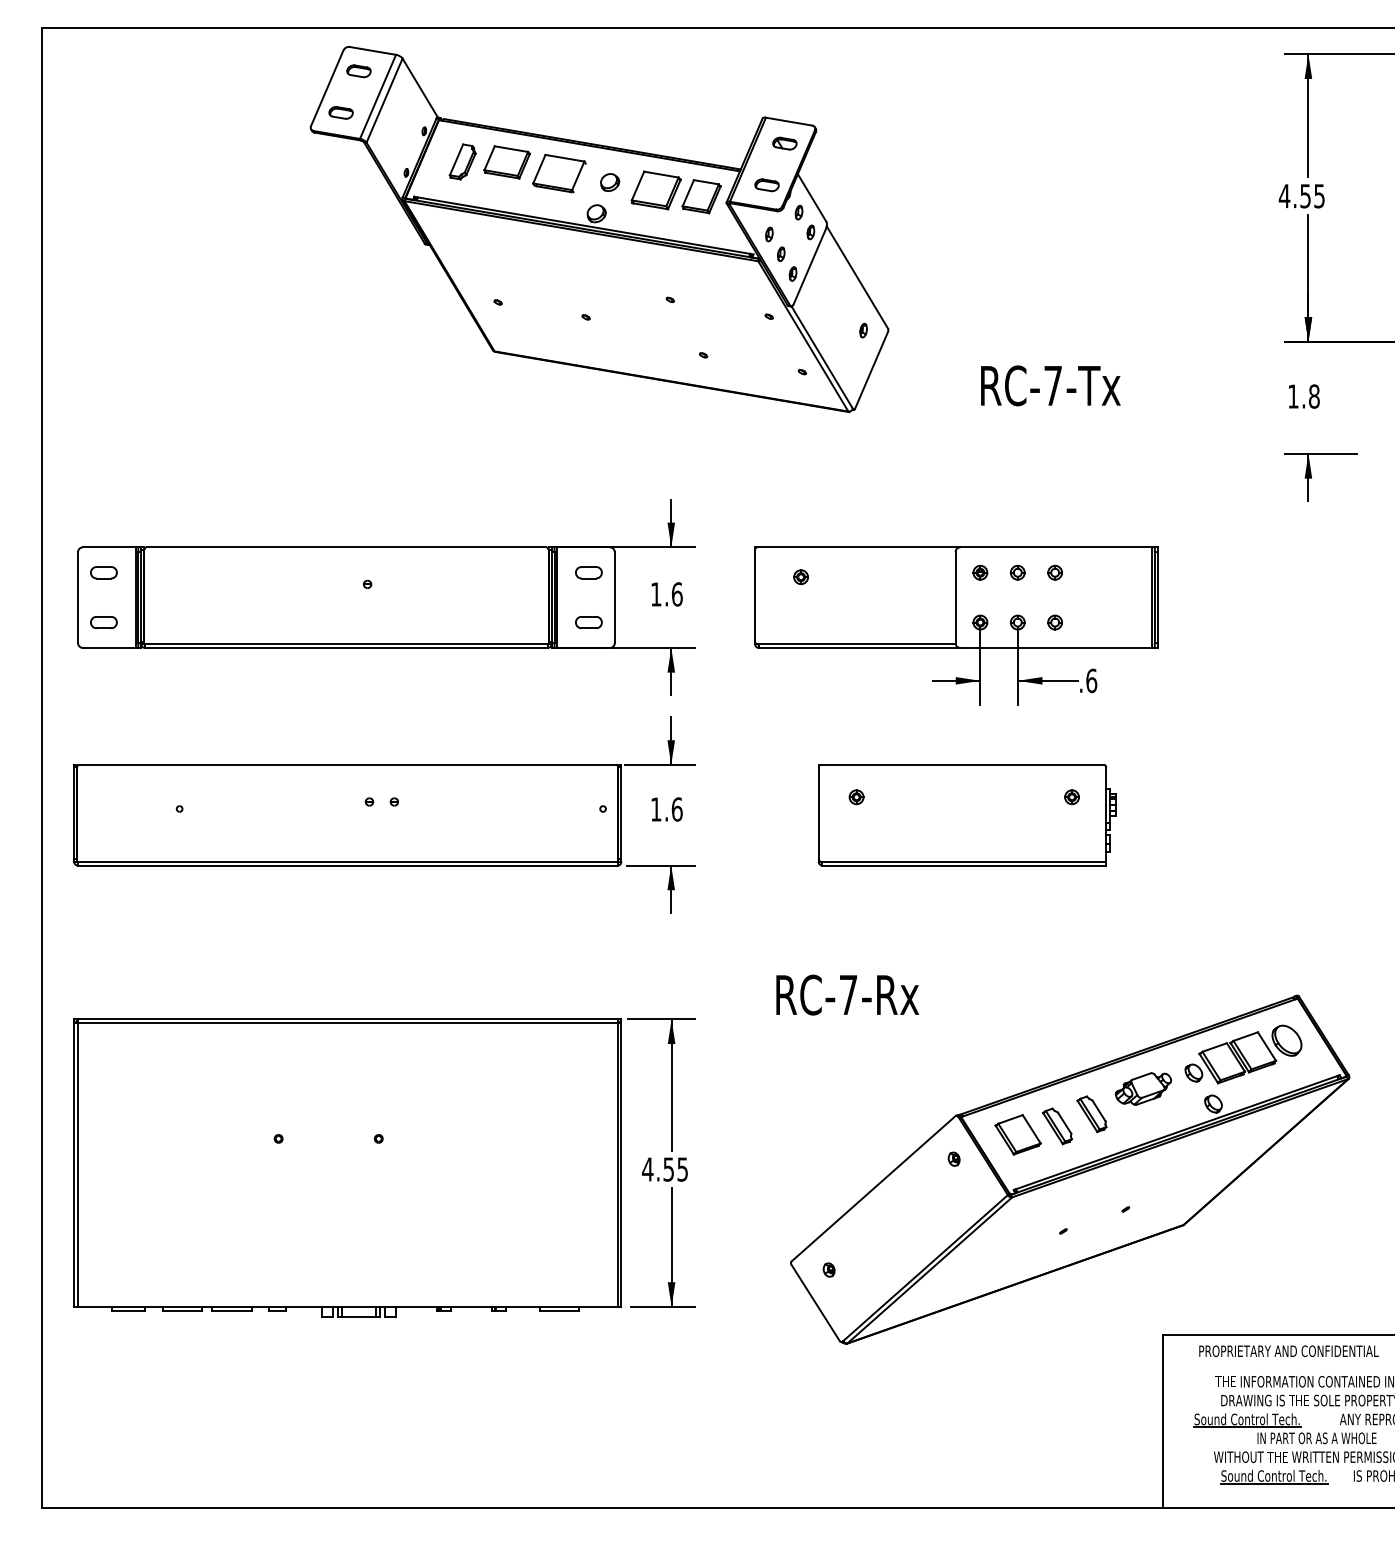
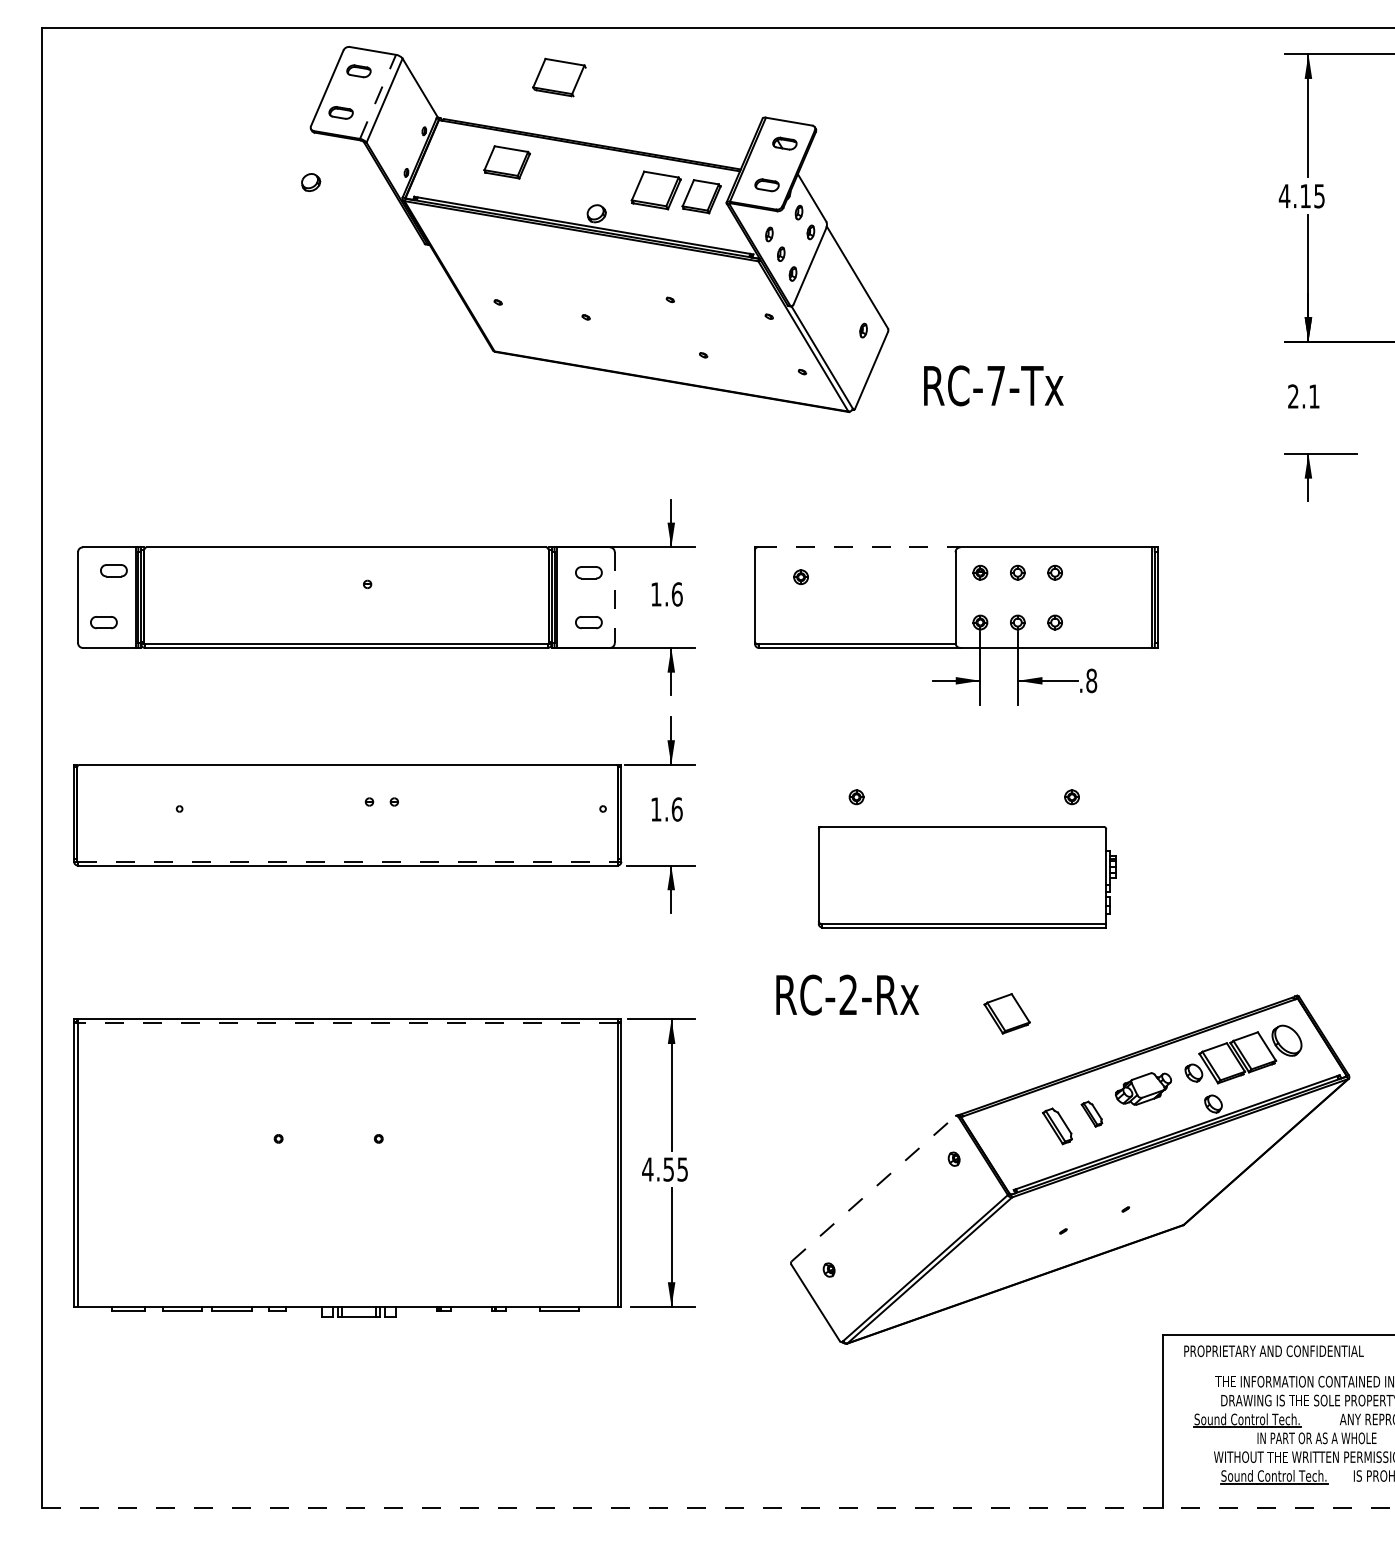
line at (378, 96): solid -> dashed
part at (462, 161): present -> none
part at (559, 173) position: (559, 173) -> (559, 77)
part at (610, 182) position: (610, 182) -> (311, 182)
text at (1305, 196): 4.55 -> 4.15
text at (1050, 385) position: (1050, 385) -> (993, 385)
text at (1303, 396): 1.8 -> 2.1
line at (859, 547): solid -> dashed
part at (103, 572) position: (103, 572) -> (113, 570)
line at (614, 598): solid -> dashed
text at (1091, 680): .6 -> .8
part at (966, 815) position: (966, 815) -> (966, 877)
line at (347, 861): solid -> dashed
text at (848, 994): RC-7-Rx -> RC-2-Rx
line at (347, 1023): solid -> dashed
part at (1091, 1113) size: 32x38 px -> 24x28 px
part at (1017, 1134) position: (1017, 1134) -> (1006, 1013)
line at (873, 1188): solid -> dashed
text at (1288, 1351) position: (1288, 1351) -> (1273, 1351)
line at (717, 1508): solid -> dashed
